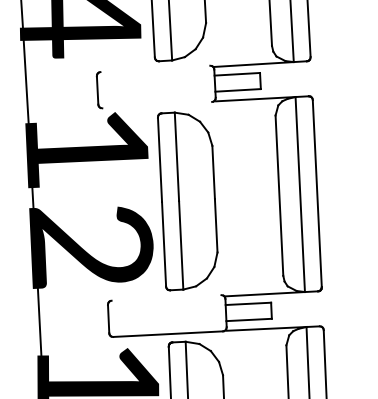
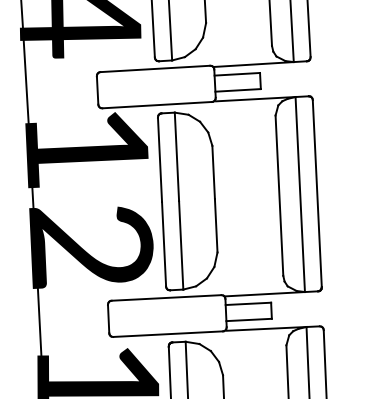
line at (155, 68): none -> present
line at (157, 104): none -> present
line at (166, 297): none -> present
